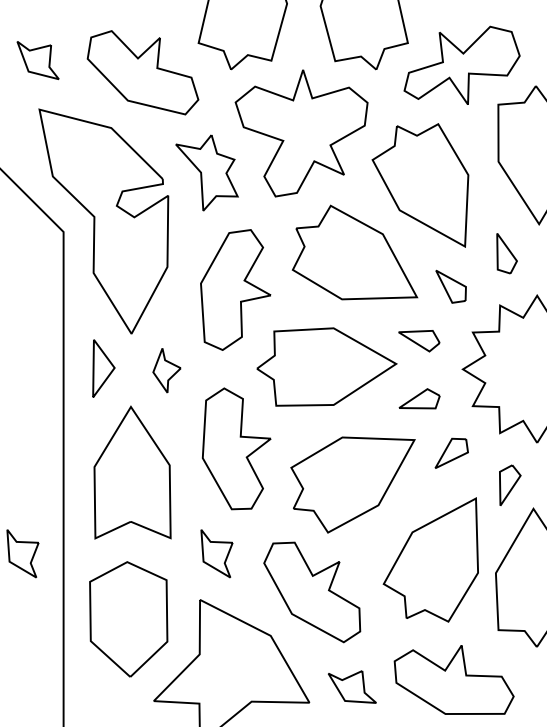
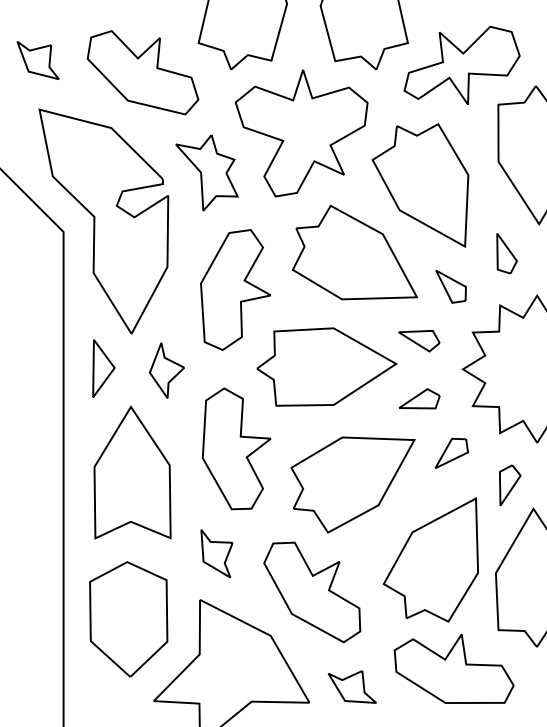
part at (166, 370) size: 30x46 px -> 36x57 px
part at (22, 553): present -> none
part at (453, 679) position: (453, 679) -> (453, 668)
